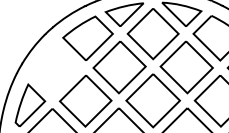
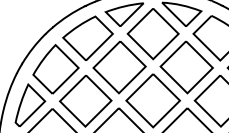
part at (55, 69): none -> present
